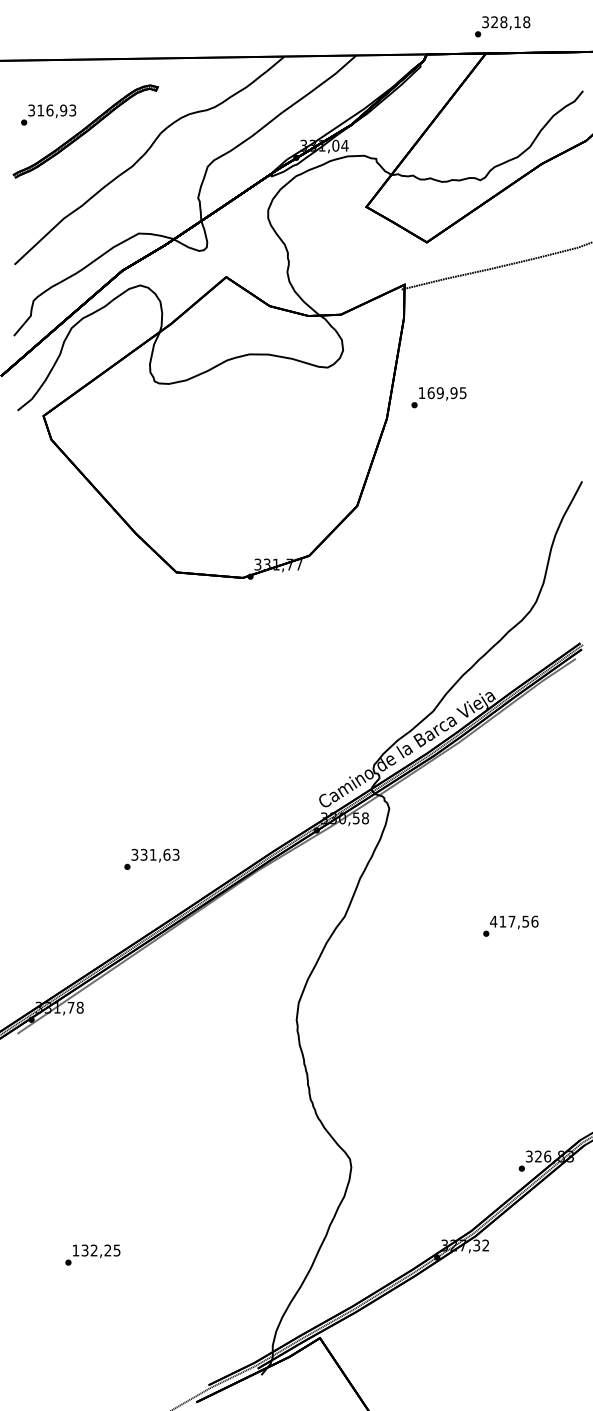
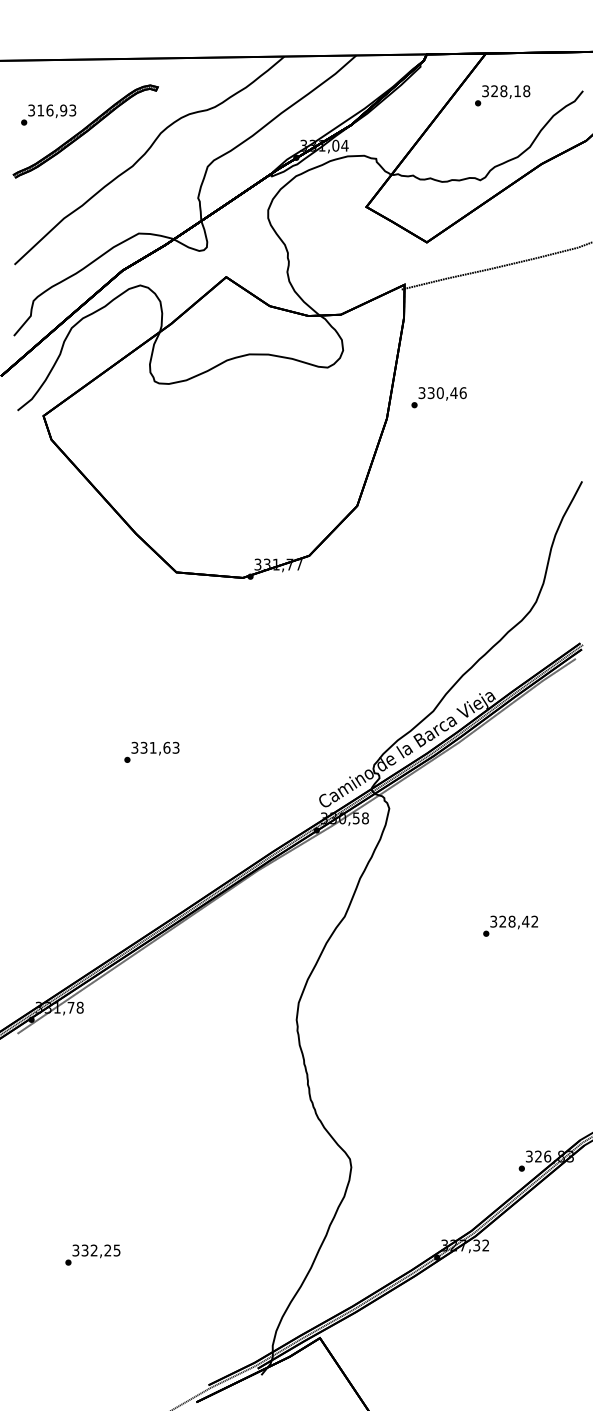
text at (502, 26) position: (502, 26) -> (502, 95)
text at (442, 393): 169,95 -> 330,46
text at (151, 858) position: (151, 858) -> (151, 751)
text at (514, 921): 417,56 -> 328,42
text at (75, 1250): 132,25 -> 332,25
